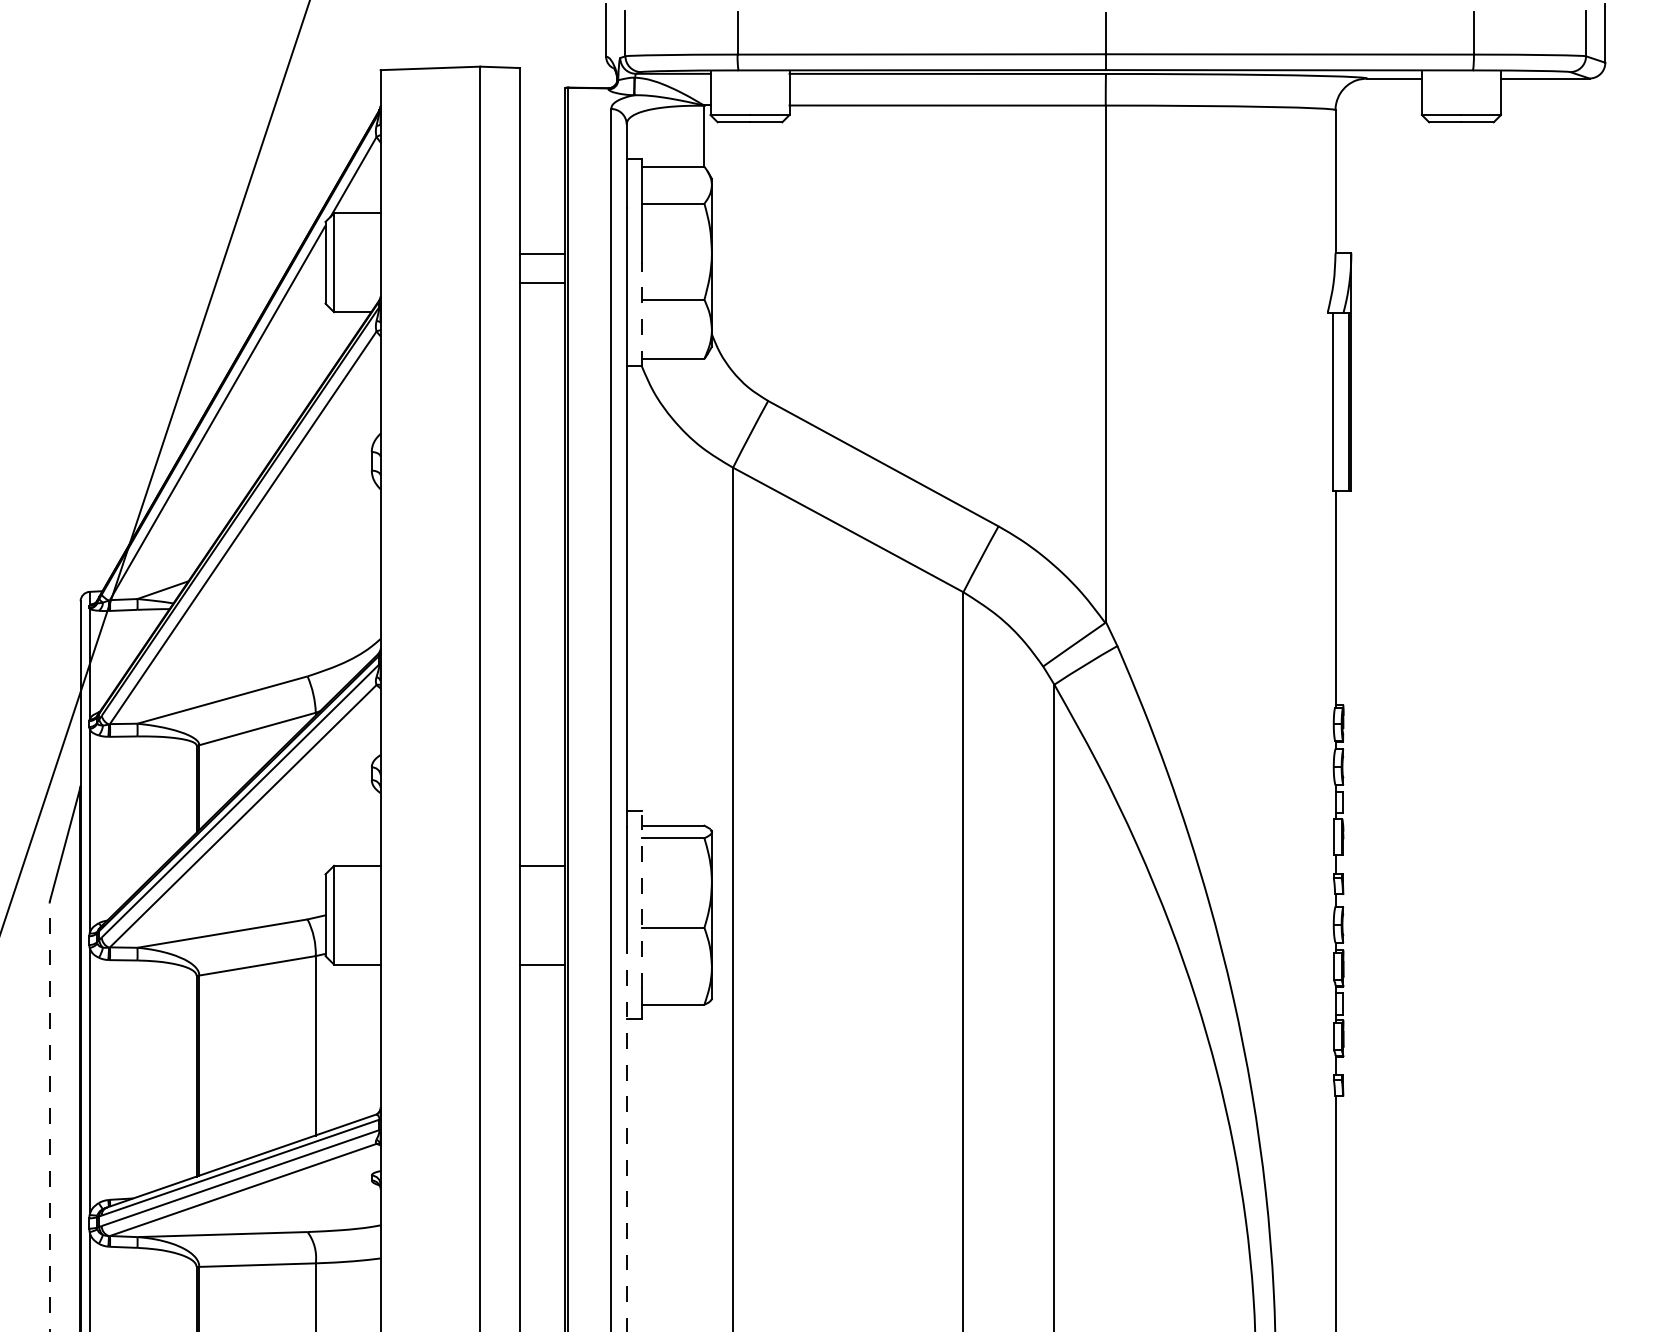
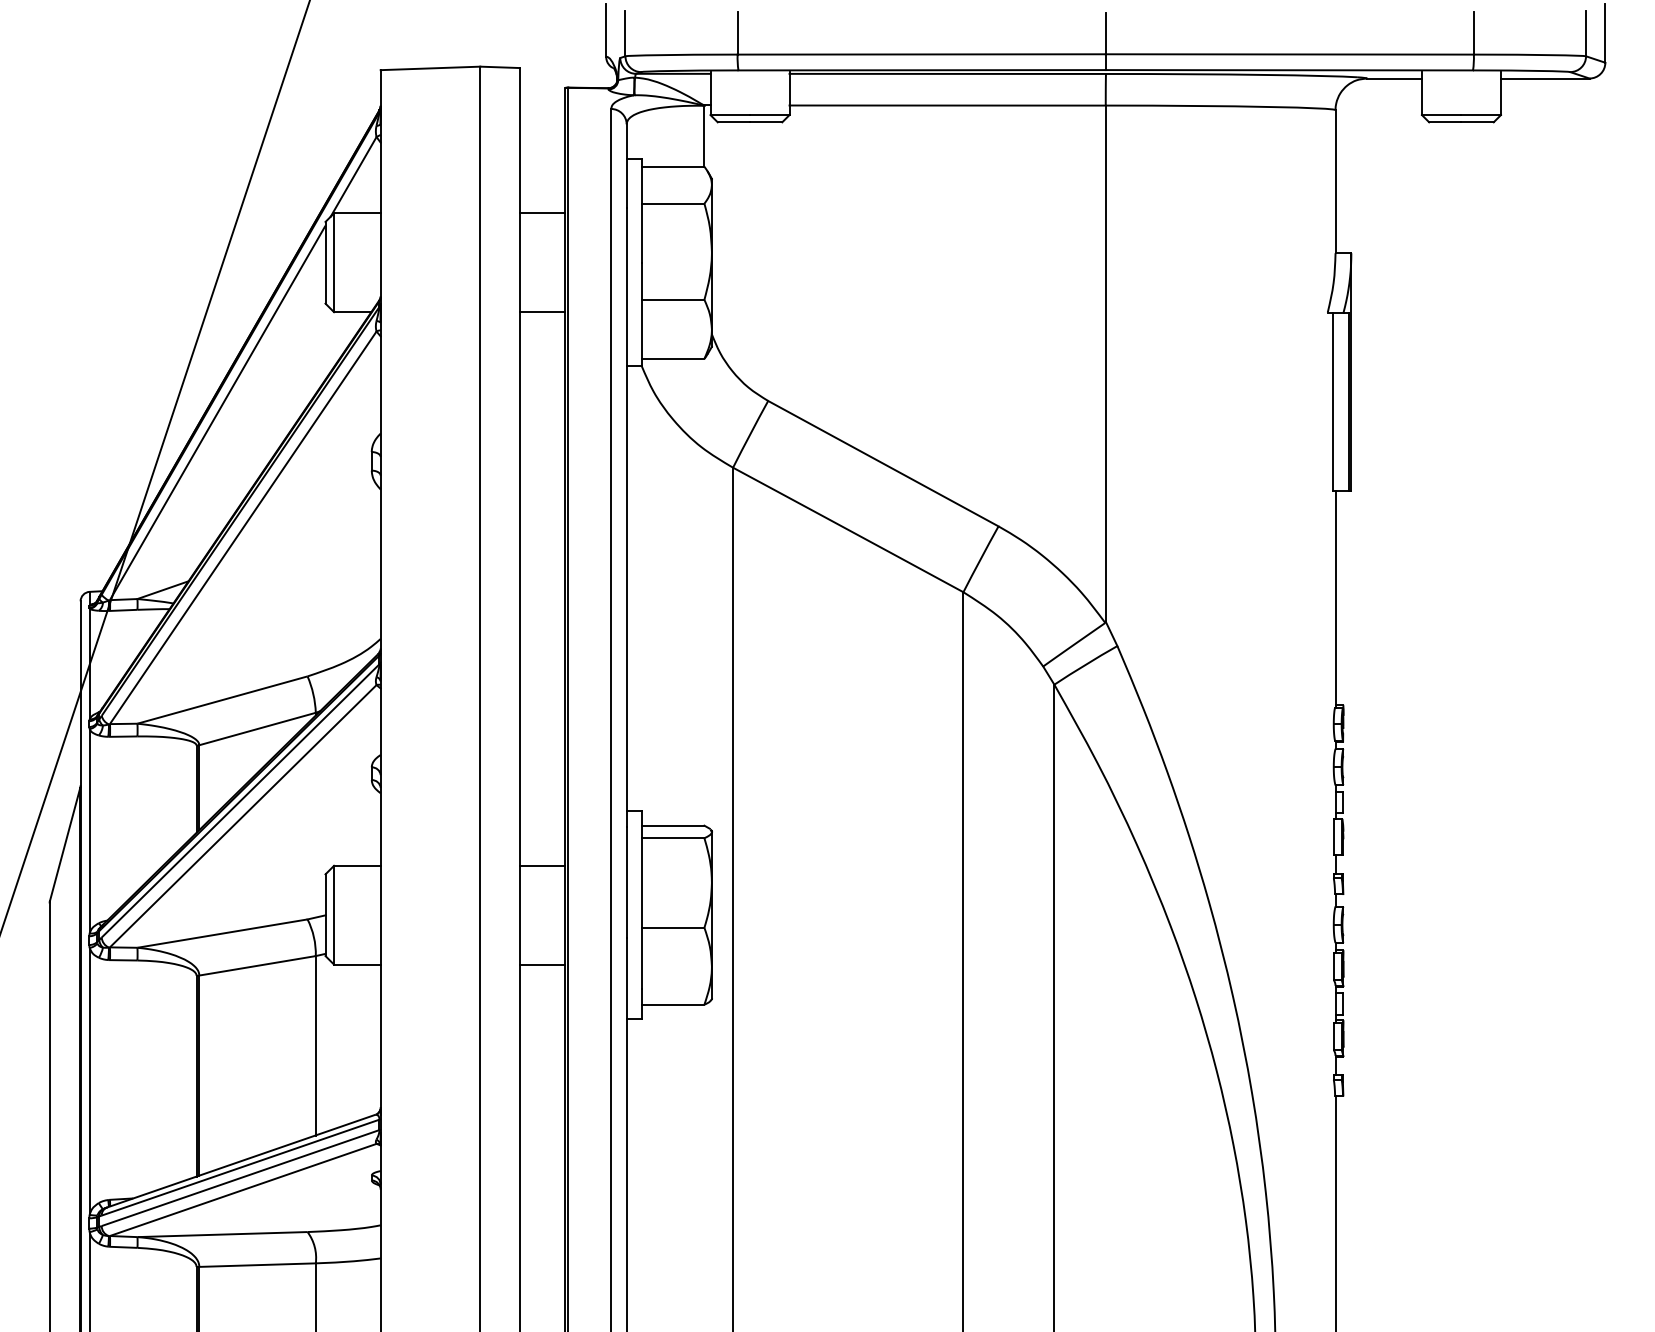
line at (542, 254) position: (542, 254) -> (542, 213)
line at (542, 283) position: (542, 283) -> (542, 312)
line at (641, 314): dashed -> solid
line at (641, 900): dashed -> solid
line at (49, 1115): dashed -> solid
line at (626, 1135): dashed -> solid
